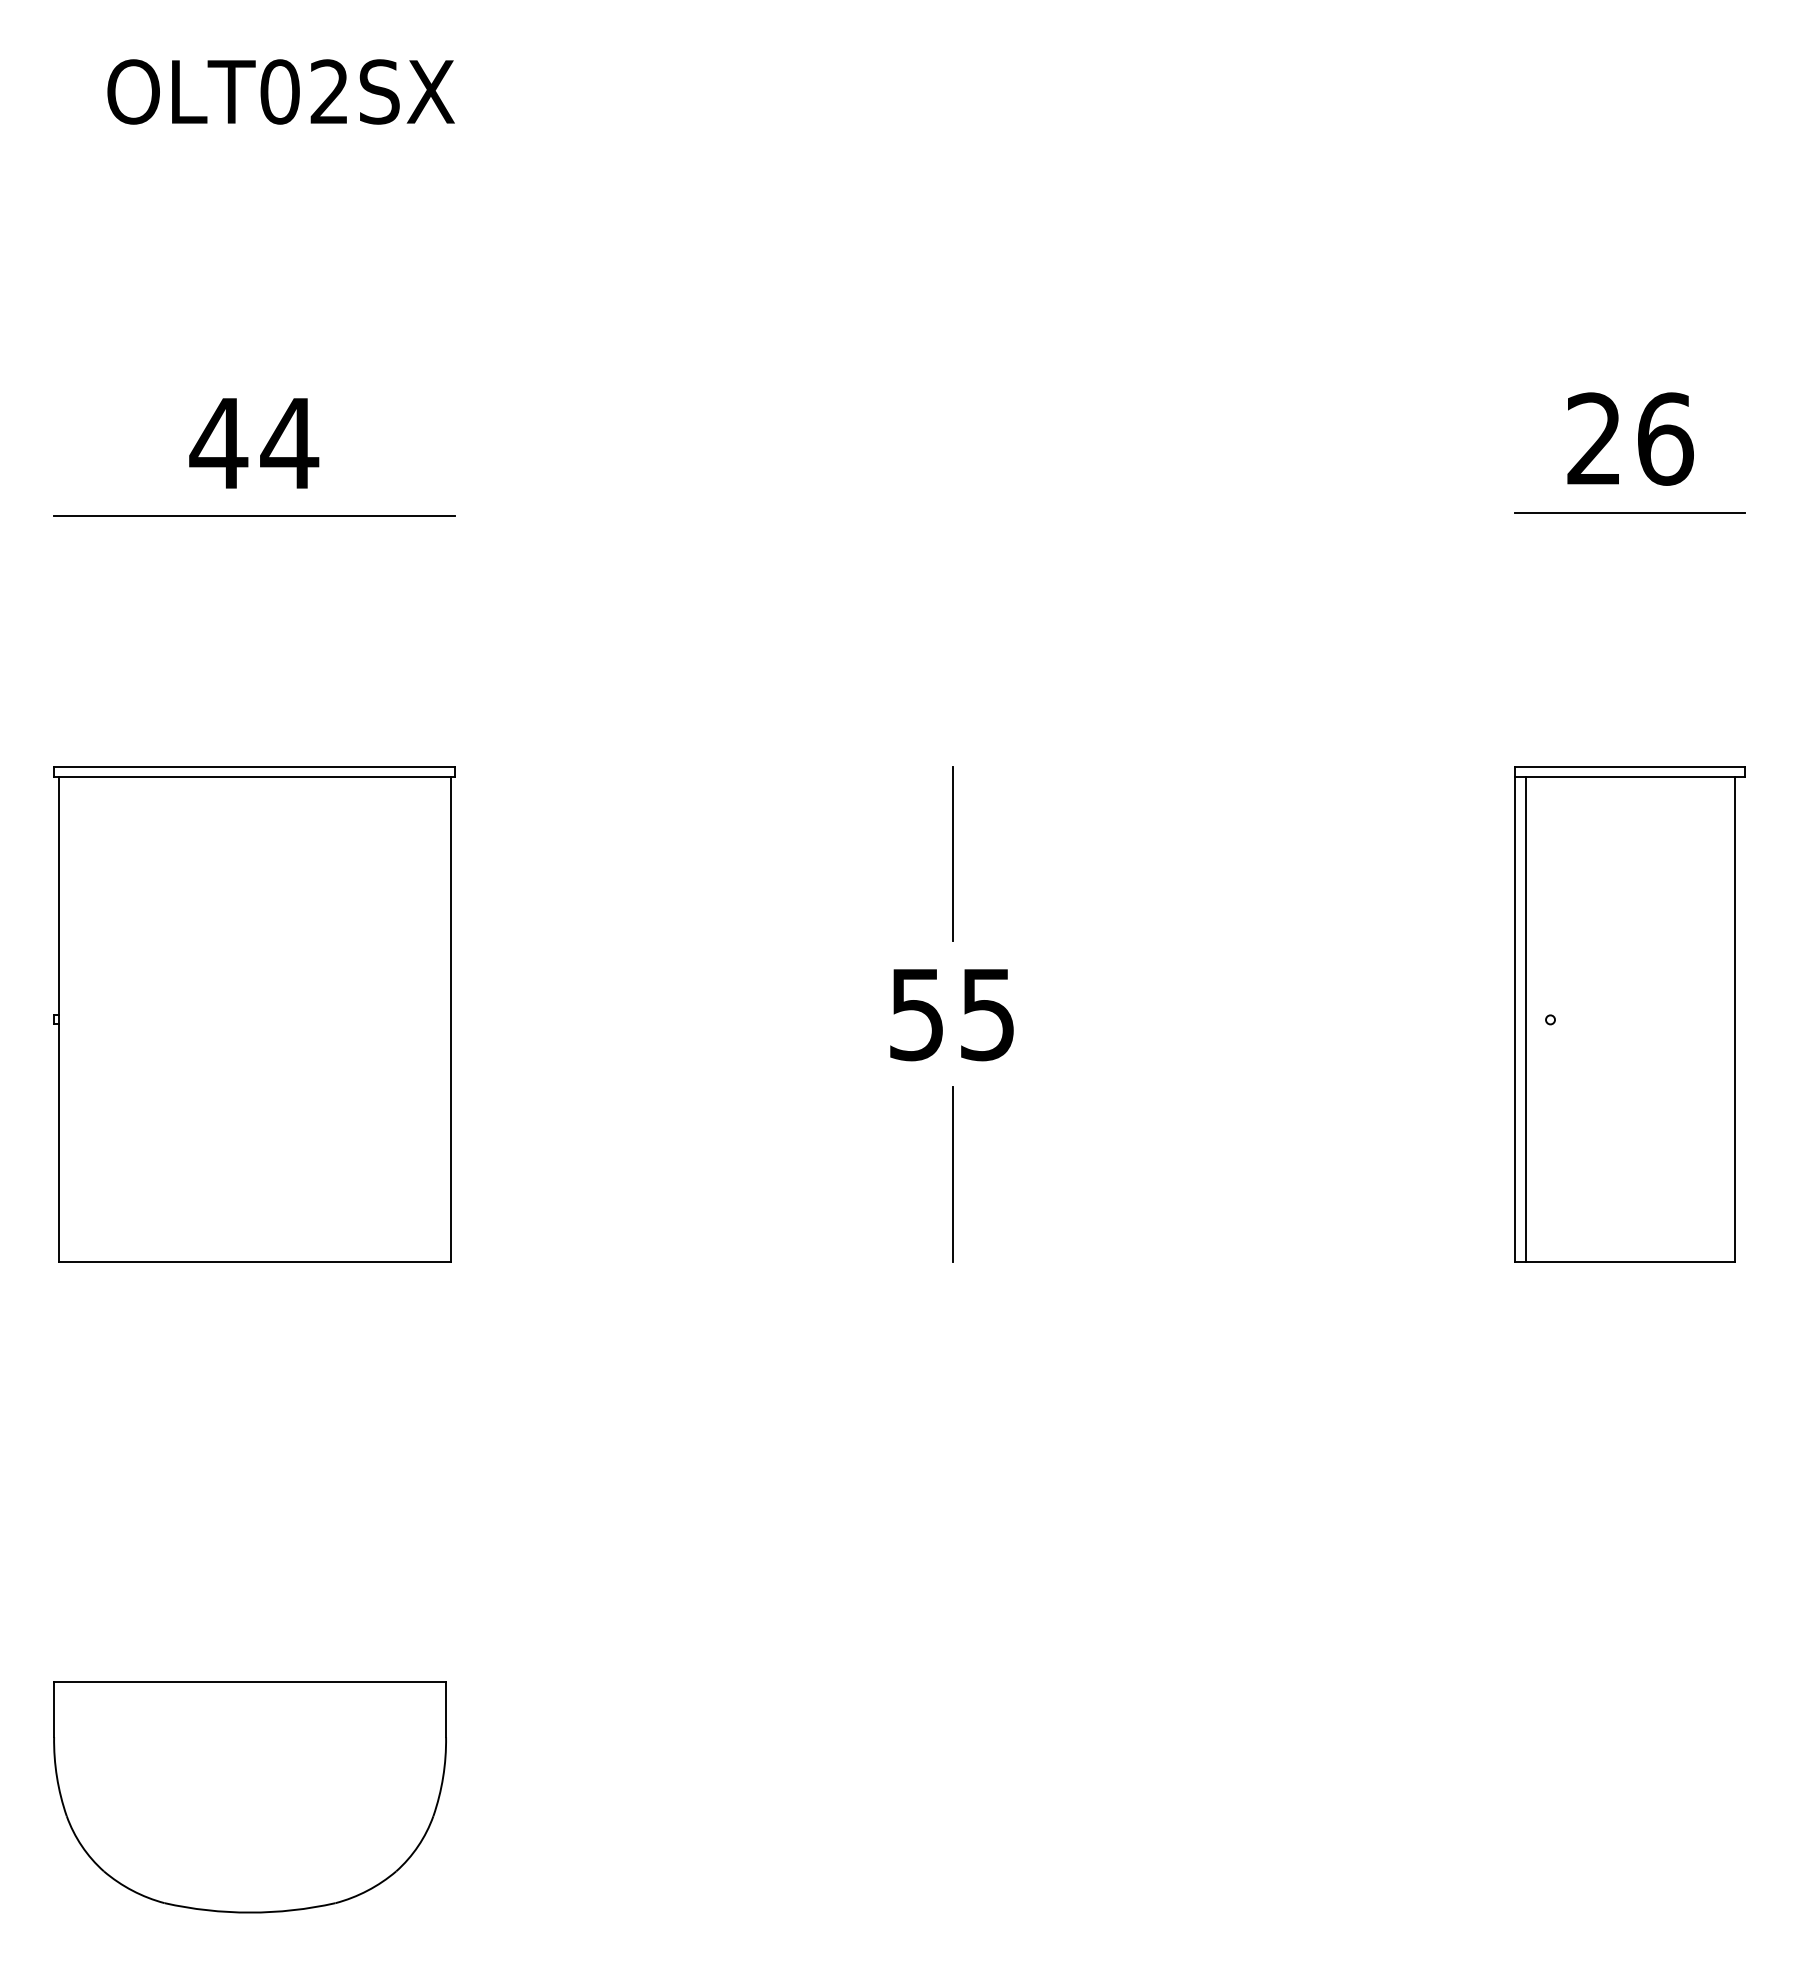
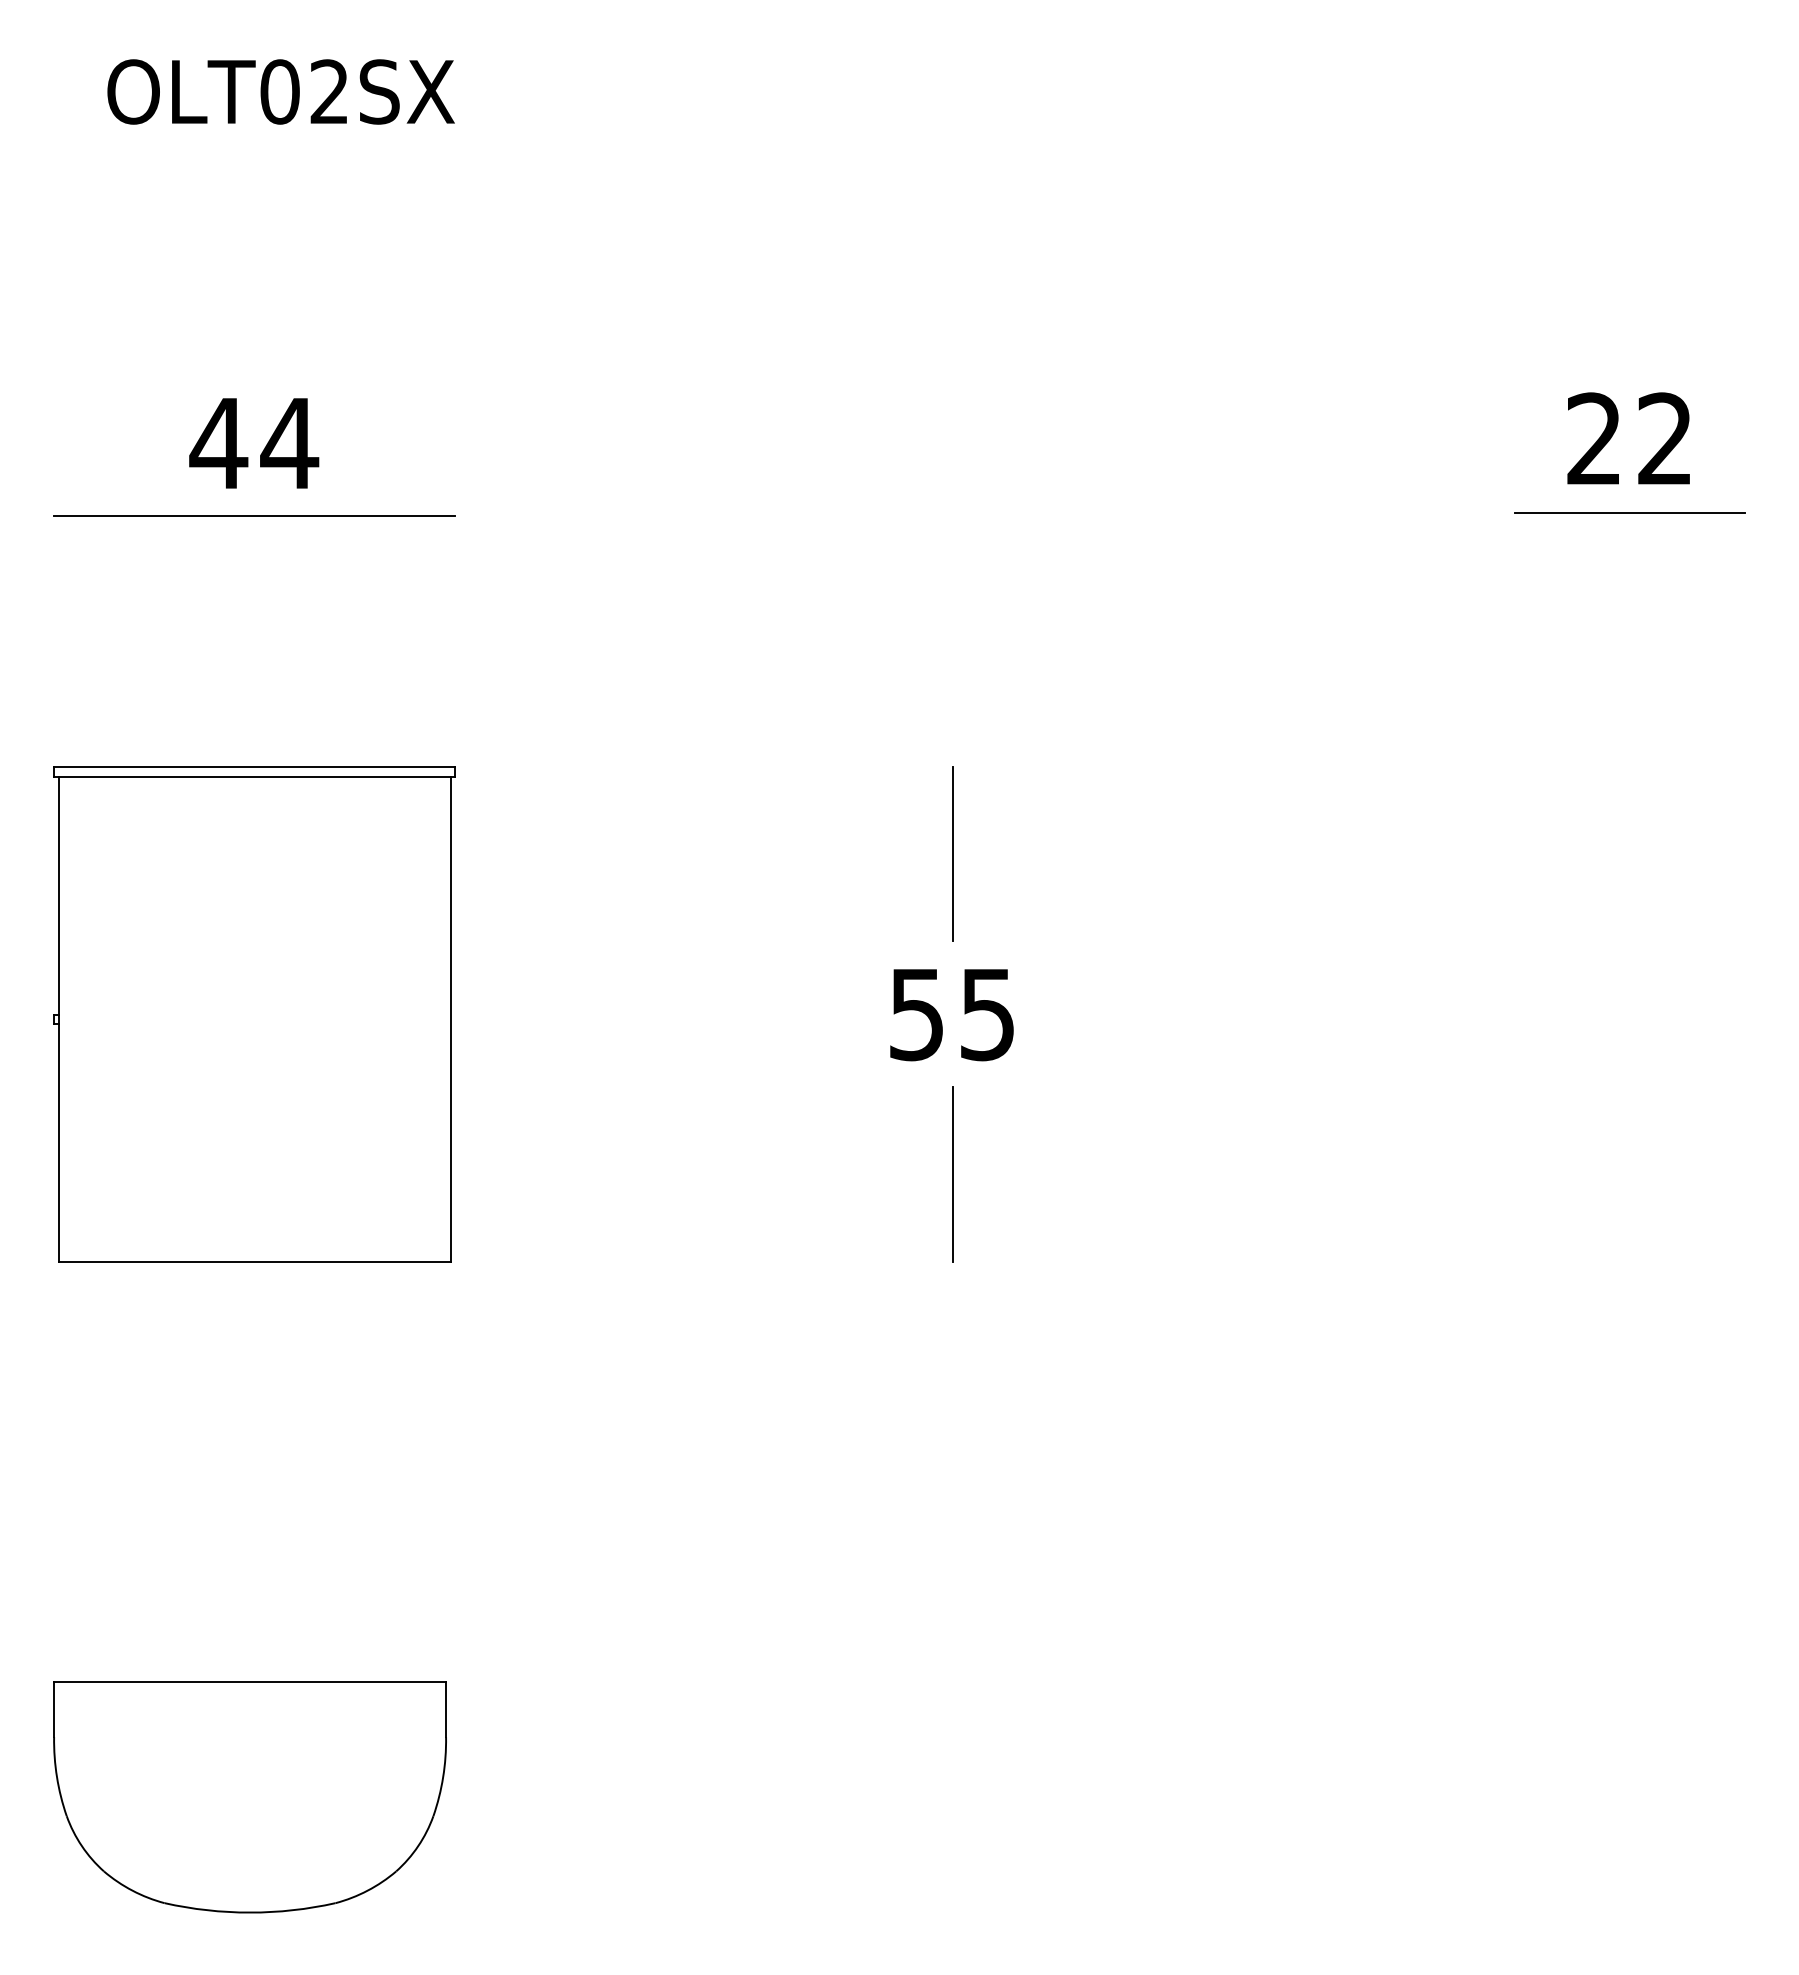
text at (1665, 438): 26 -> 22
part at (1629, 1014): present -> none
